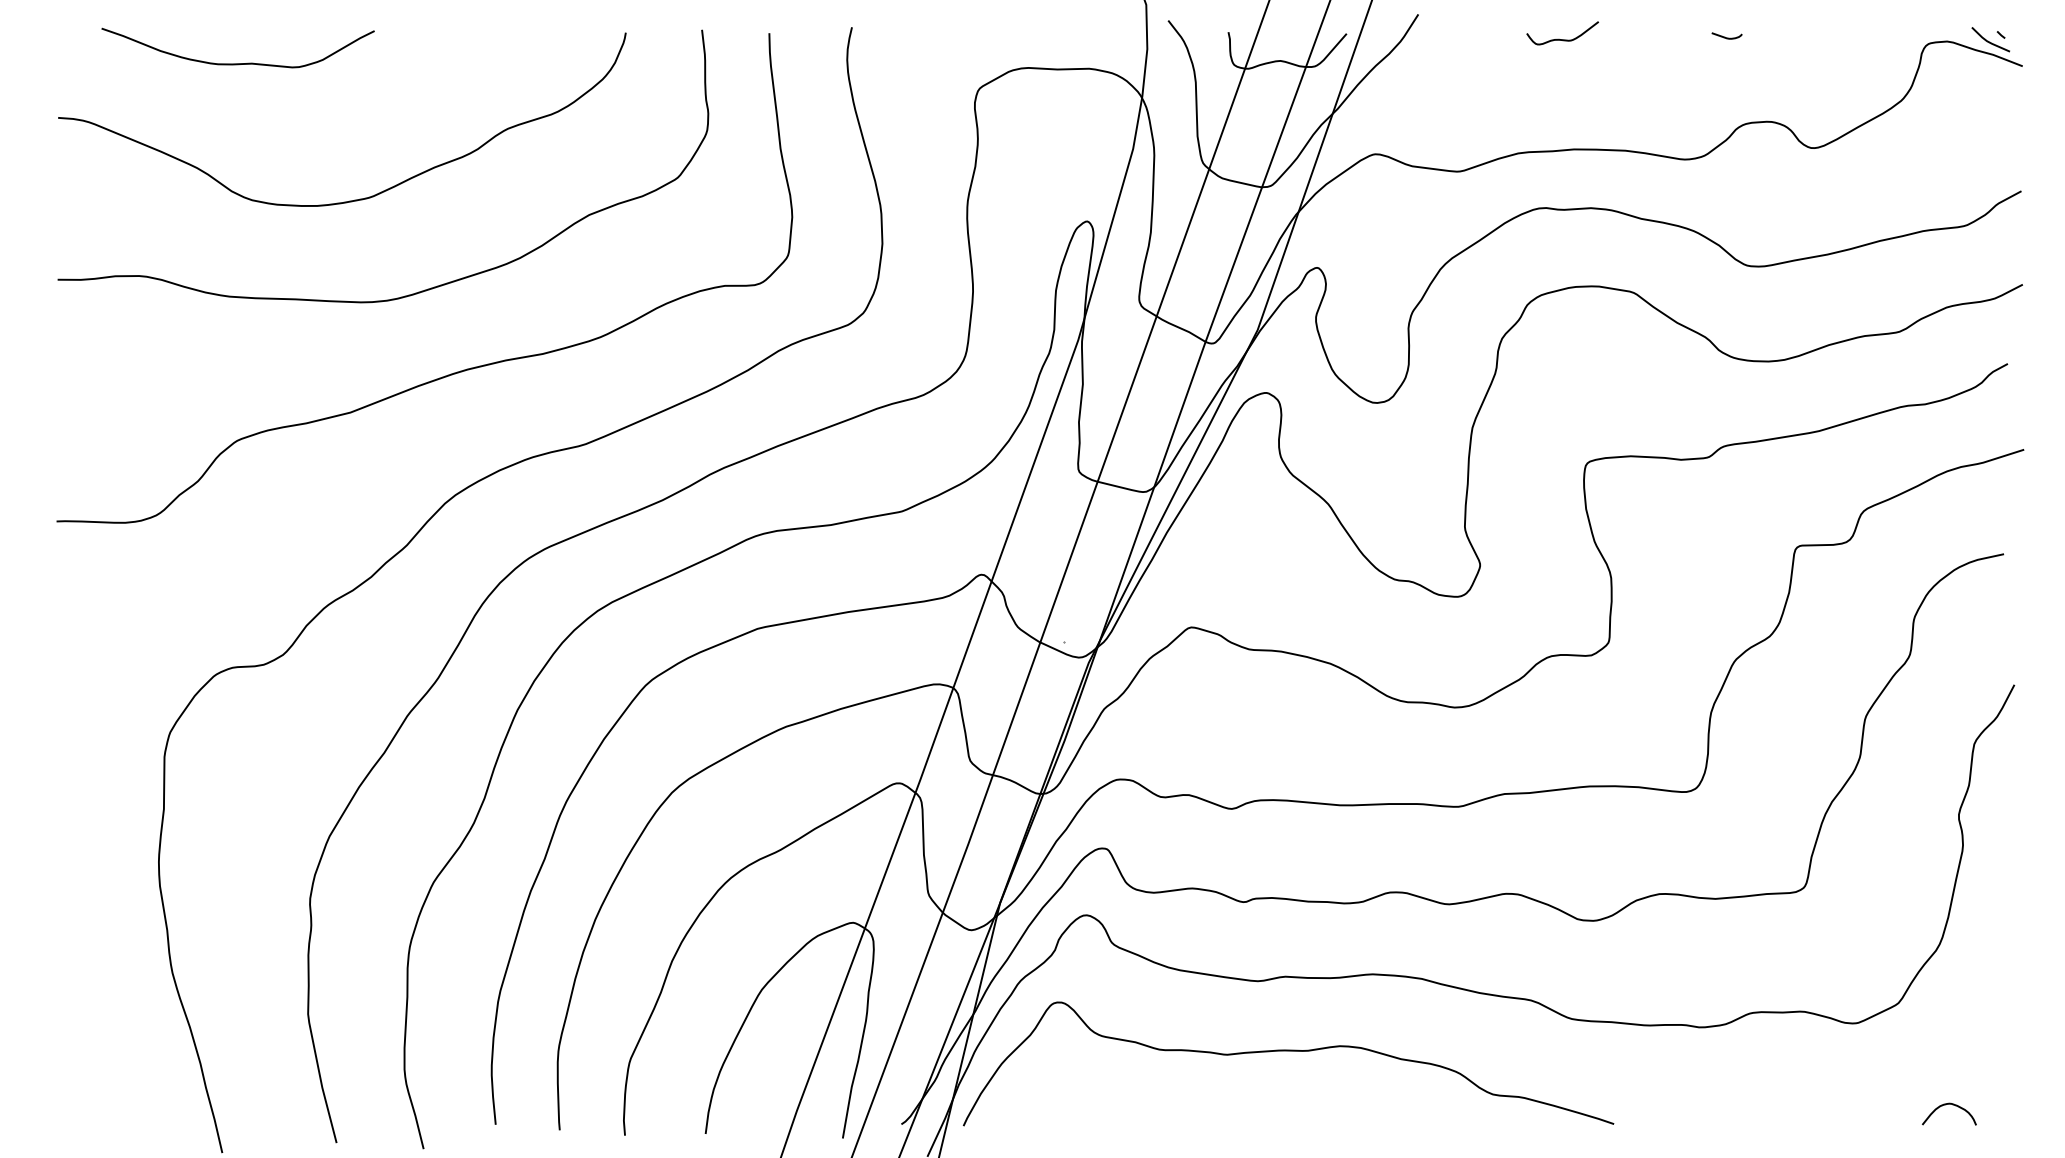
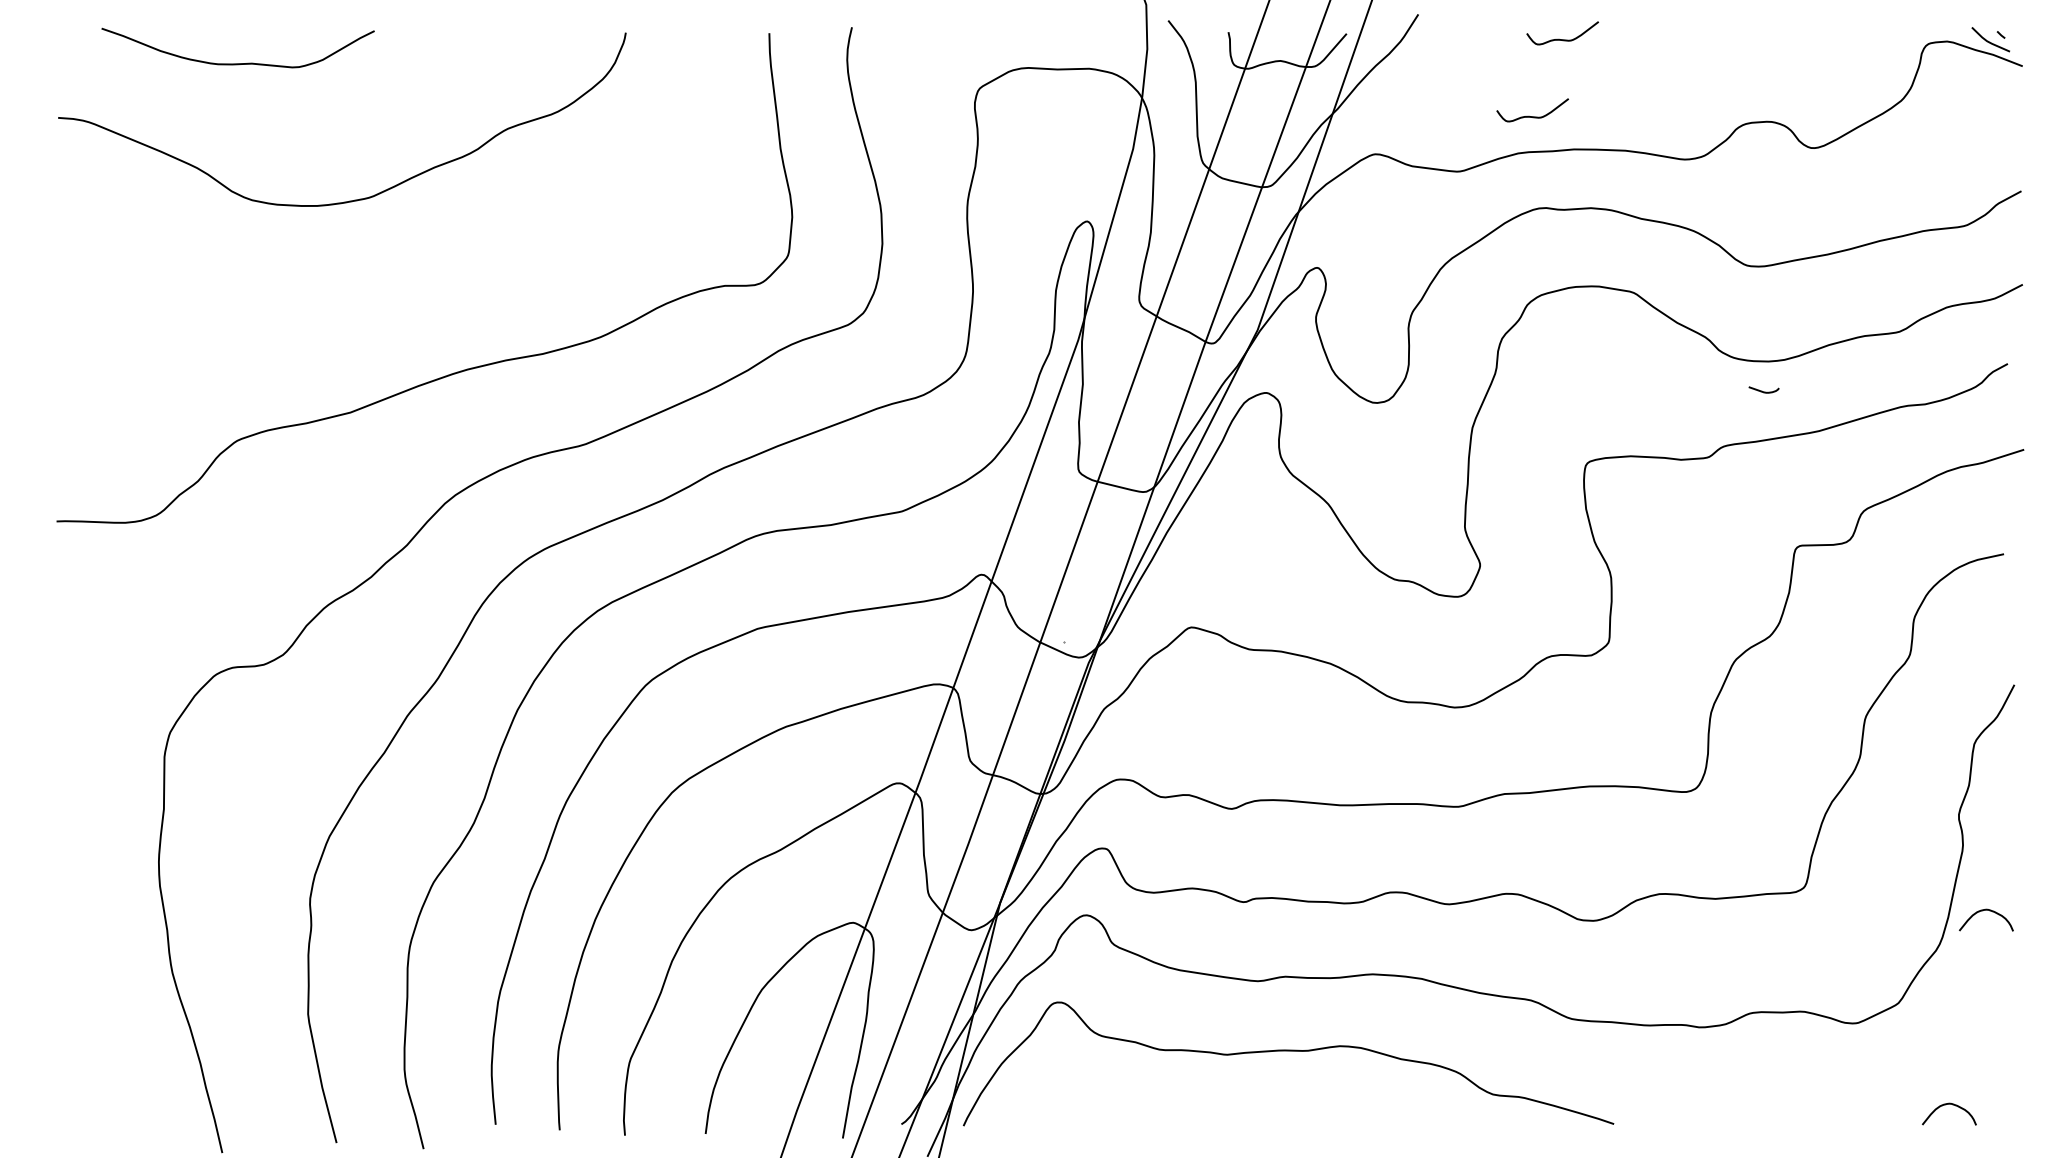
curve at (1725, 36) position: (1725, 36) -> (1762, 390)
curve at (1529, 115): none -> present
curve at (424, 289): present -> none
curve at (1989, 911): none -> present
